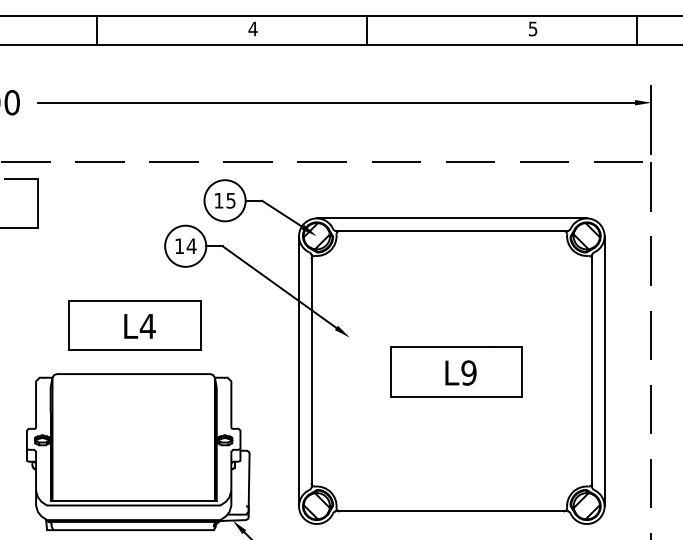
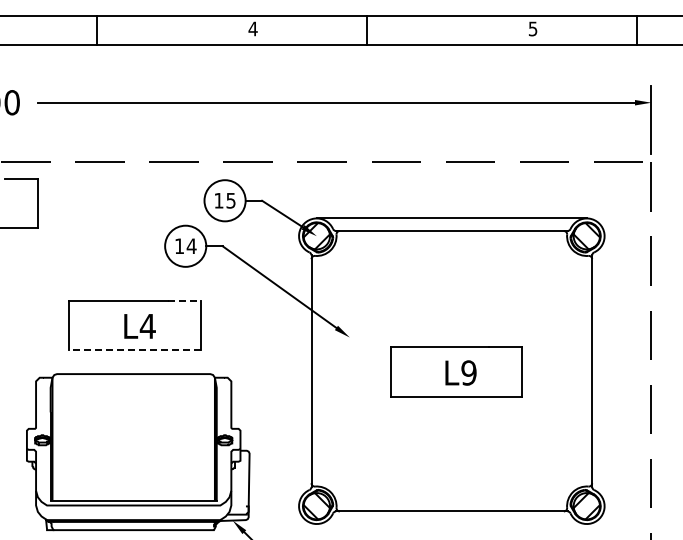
line at (185, 300): solid -> dashed
line at (135, 350): solid -> dashed
line at (299, 371): present -> none
line at (604, 371): present -> none
